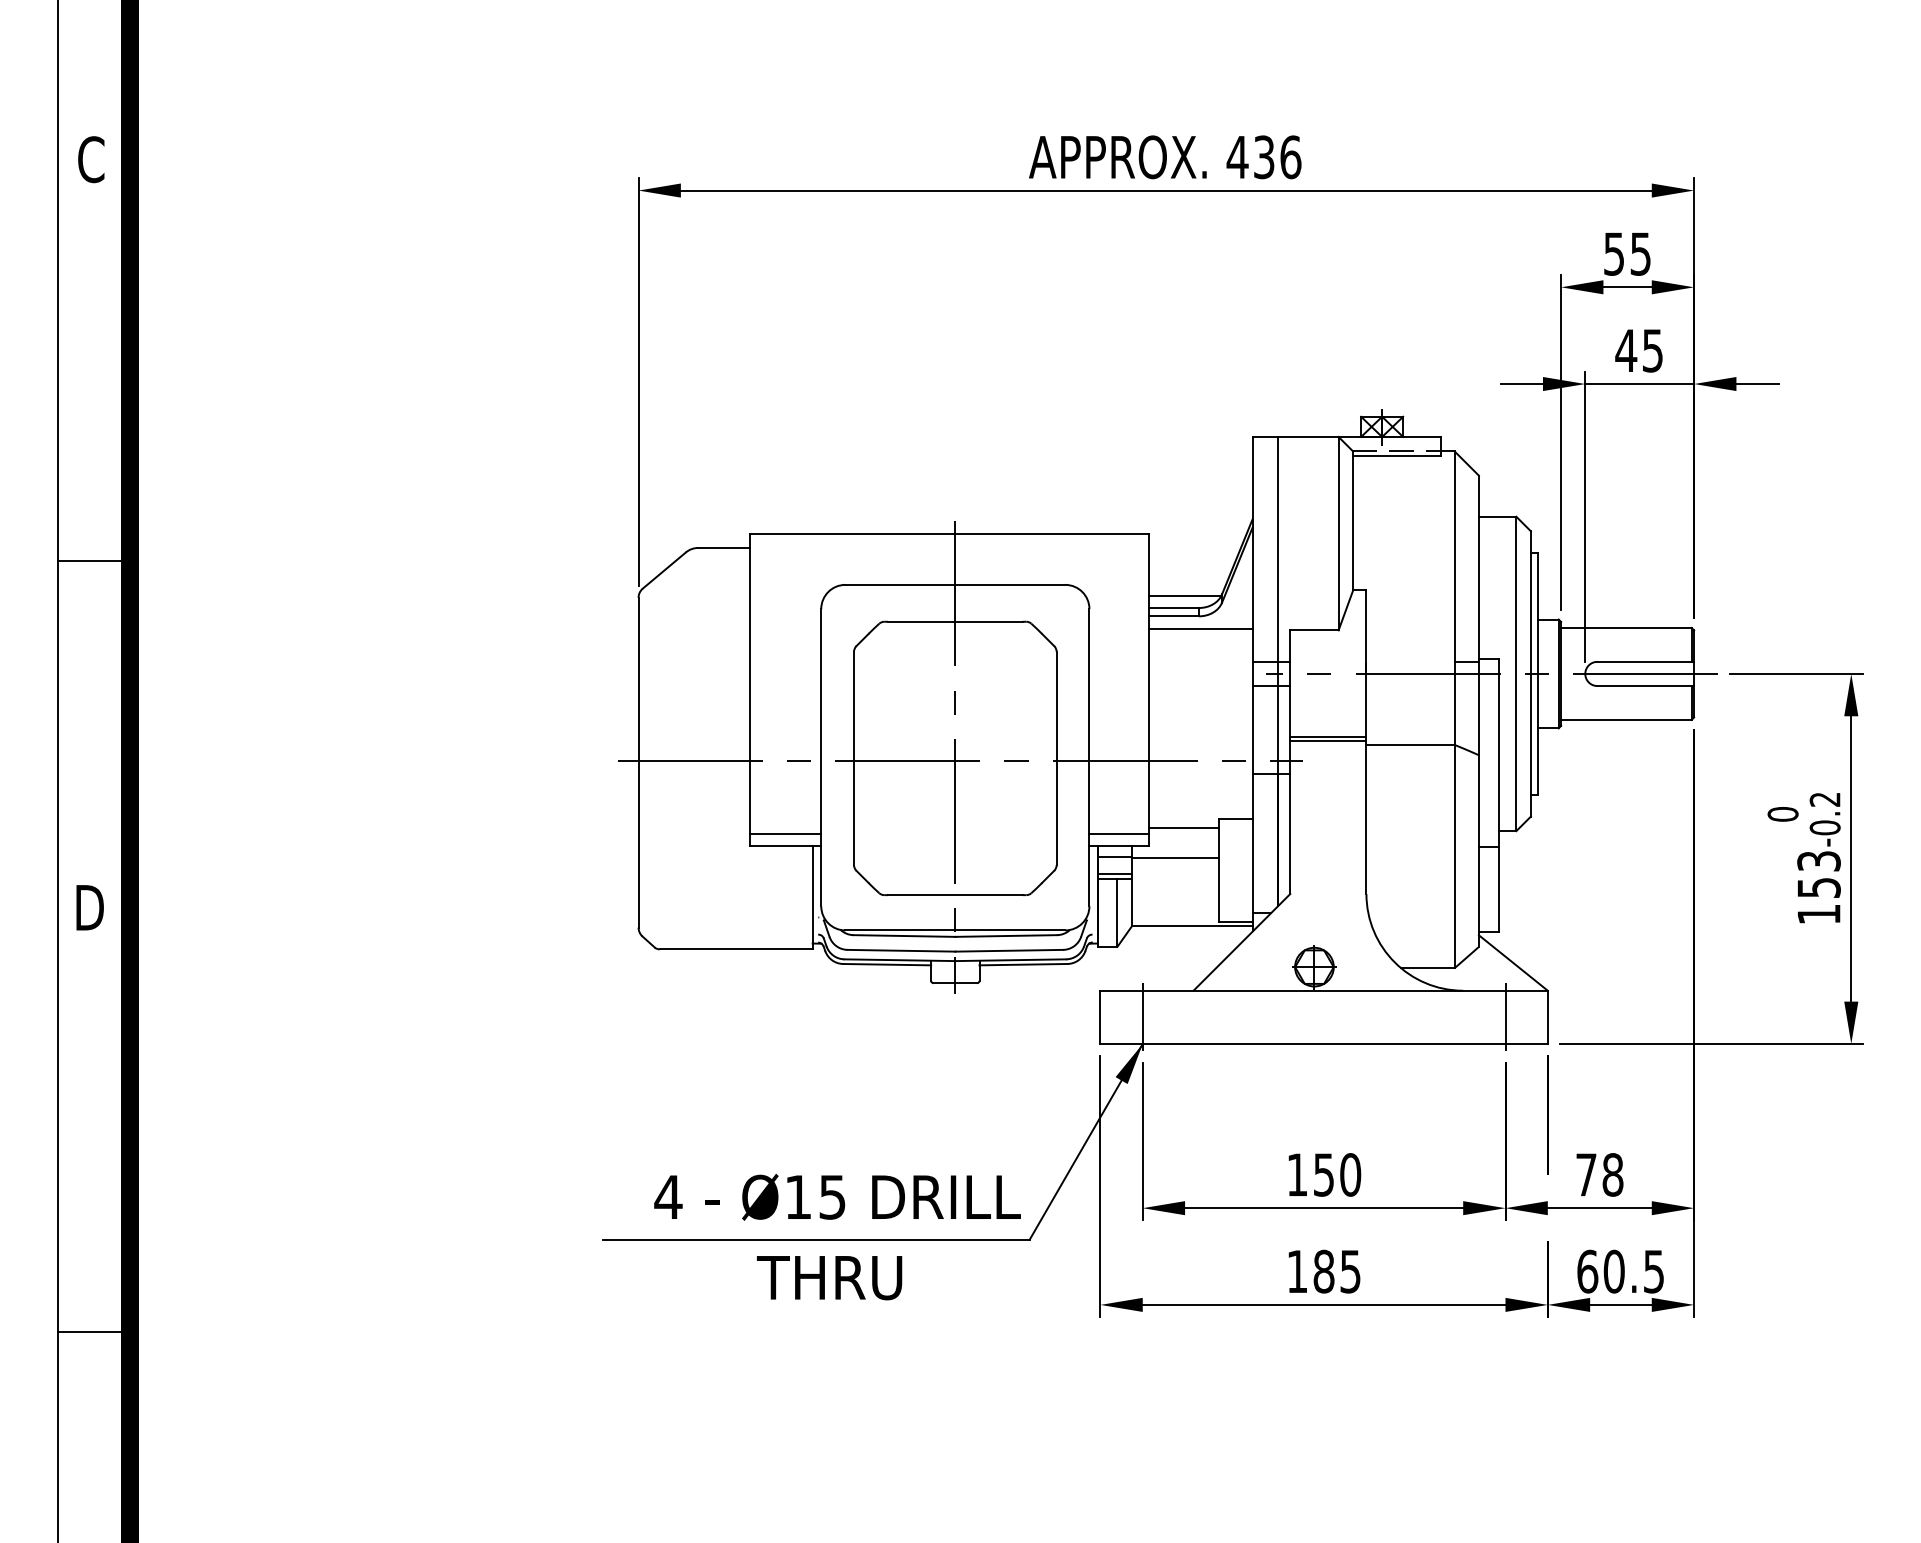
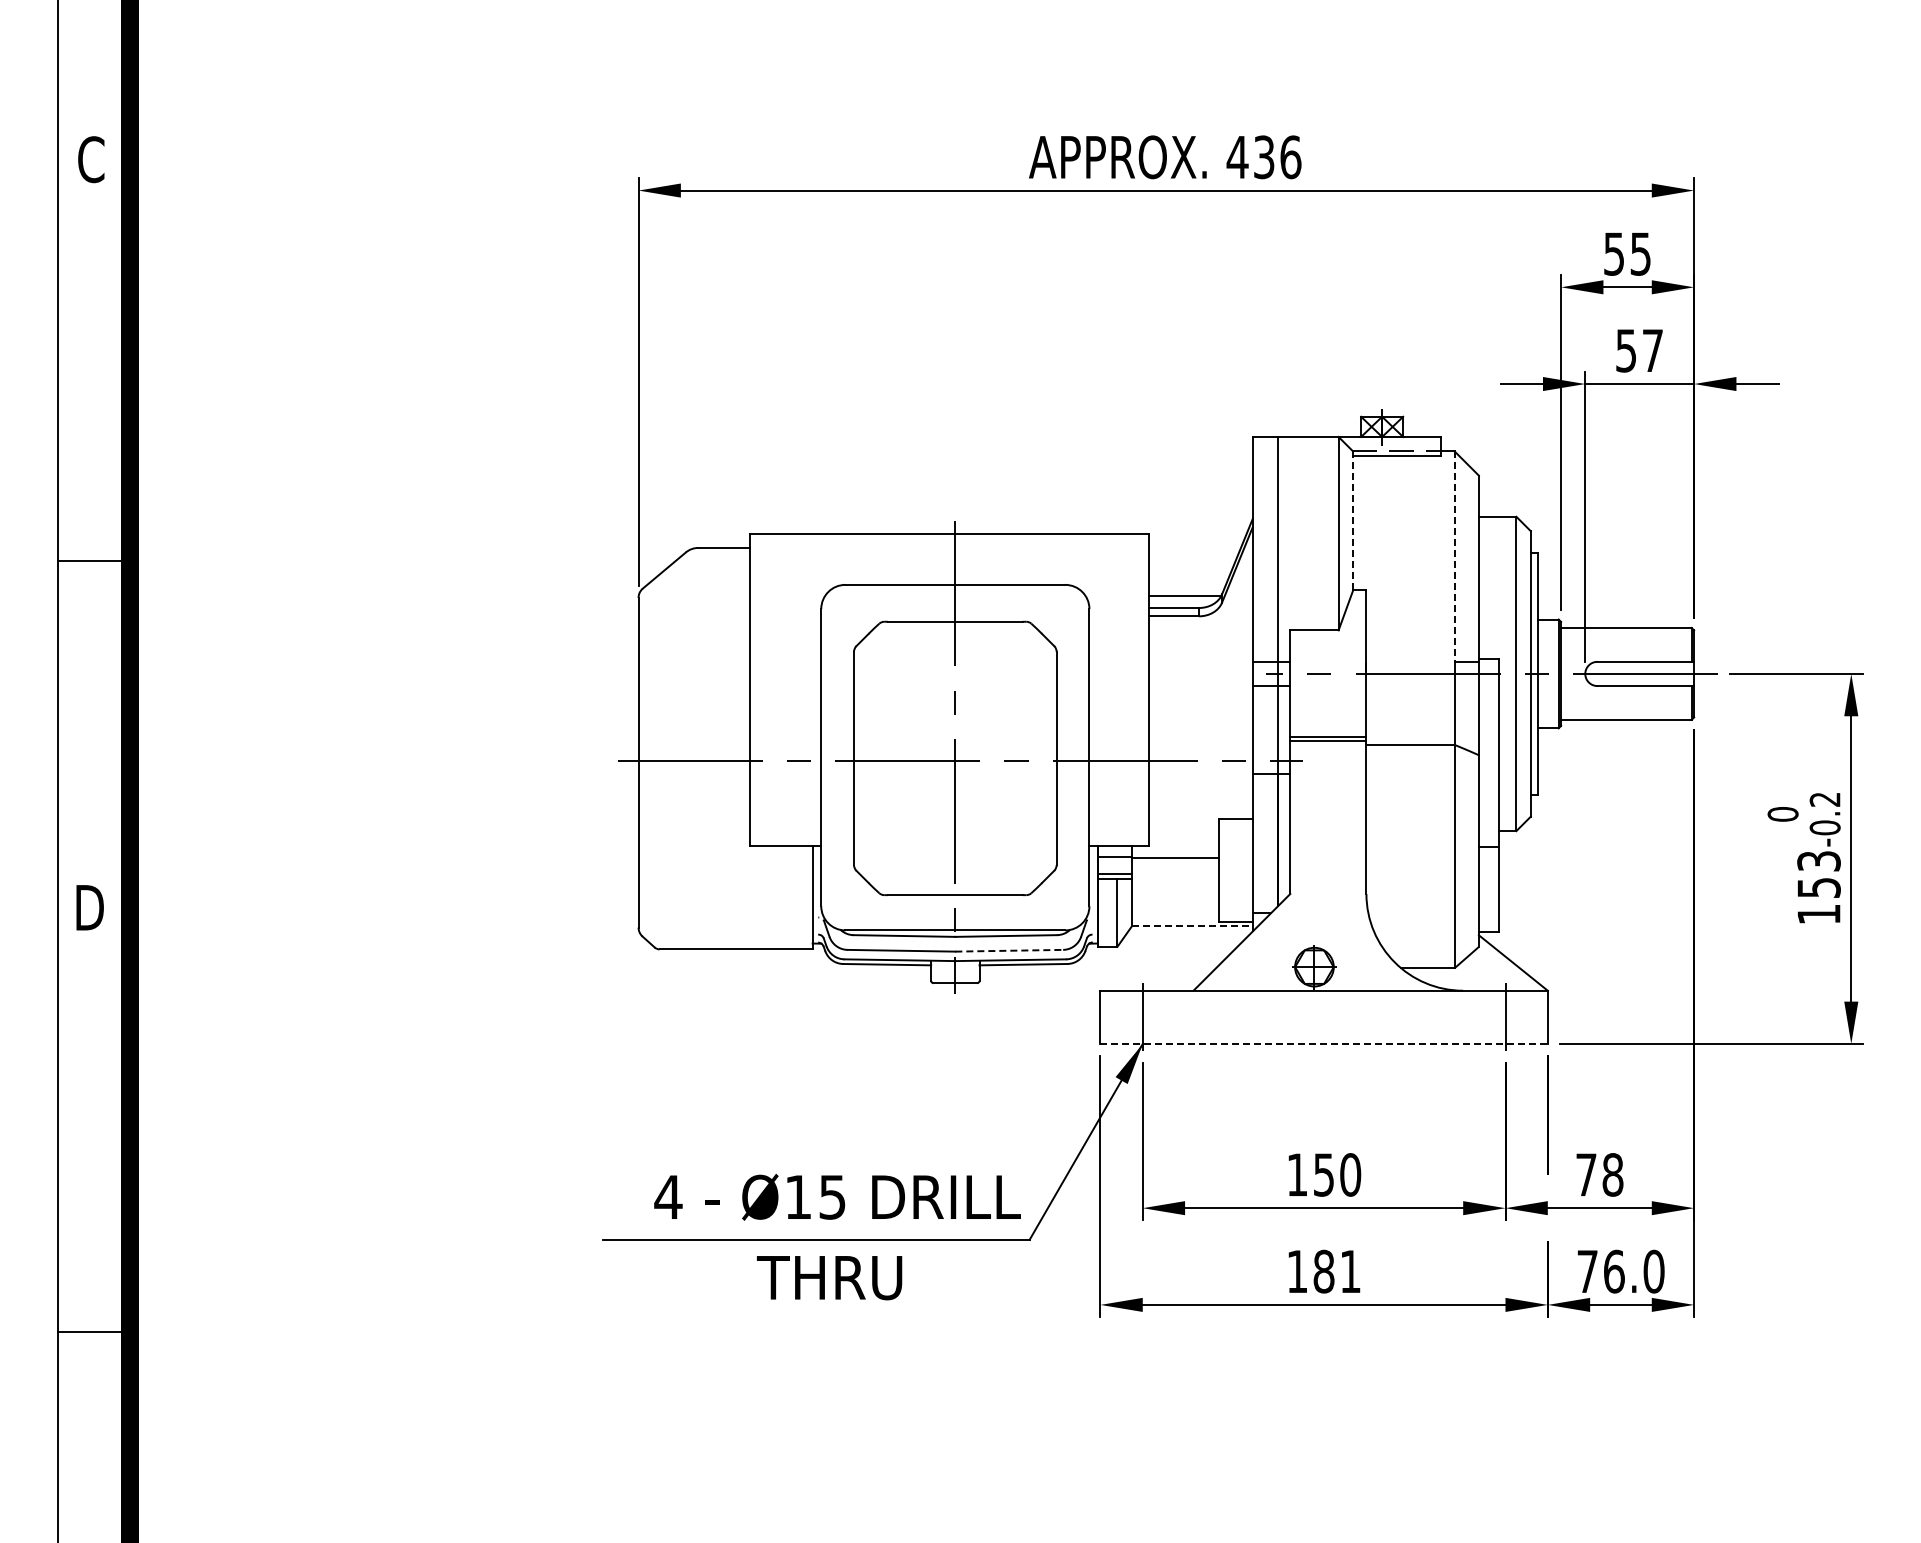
text at (1638, 350): 45 -> 57
line at (1353, 520): solid -> dashed
line at (1454, 557): solid -> dashed
line at (1200, 629): present -> none
line at (1183, 828): present -> none
line at (785, 834): present -> none
line at (1118, 834): present -> none
line at (1192, 926): solid -> dashed
line at (1009, 950): solid -> dashed
line at (1324, 1043): solid -> dashed
text at (1350, 1271): 185 -> 181
text at (1620, 1271): 60.5 -> 76.0
